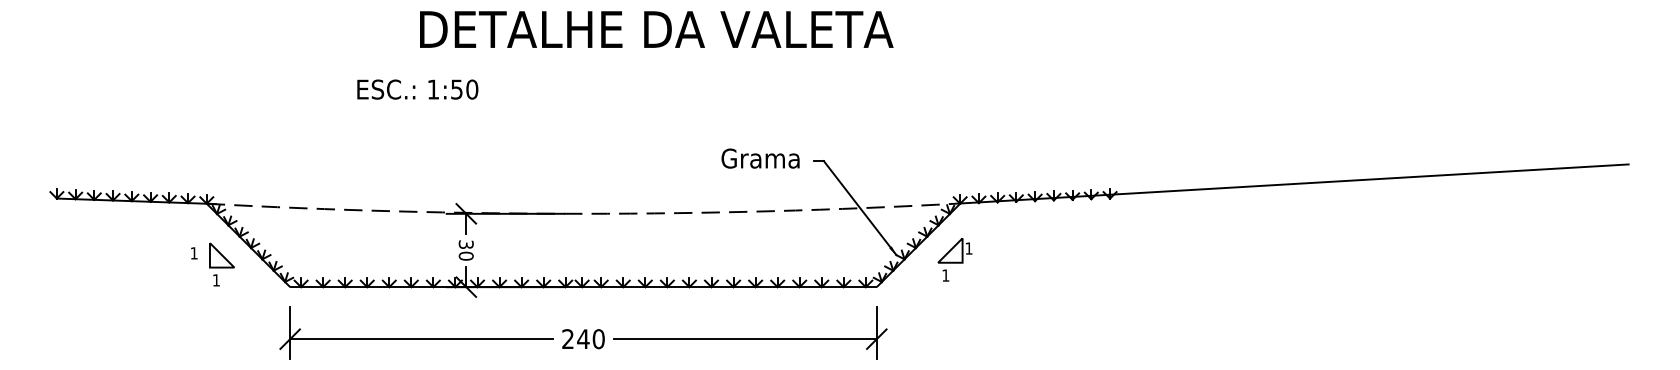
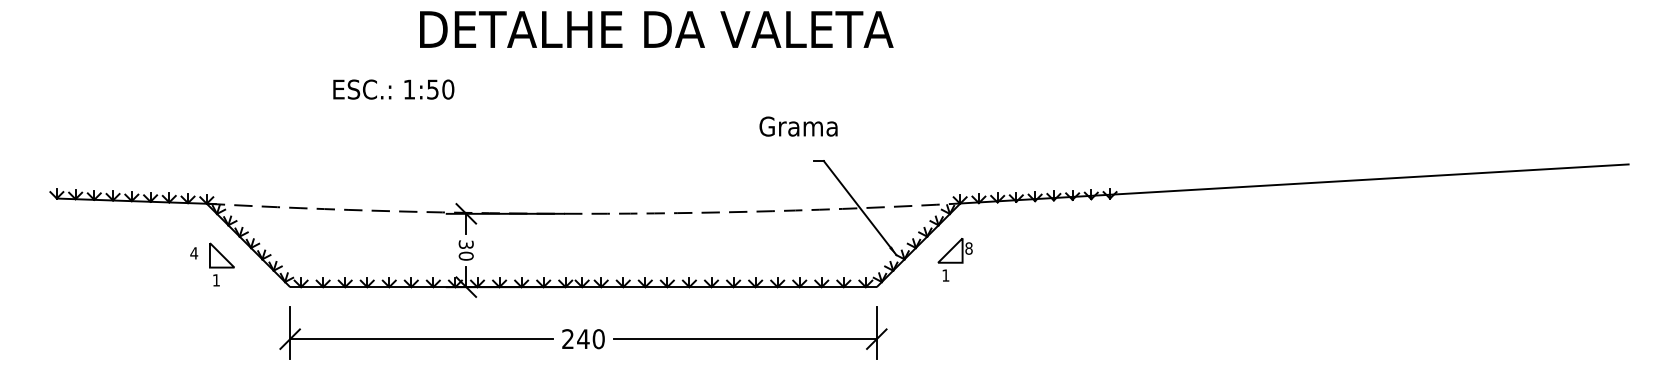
text at (417, 89) position: (417, 89) -> (393, 89)
text at (760, 158) position: (760, 158) -> (798, 126)
text at (968, 248): 1 -> 8
text at (194, 253): 1 -> 4
